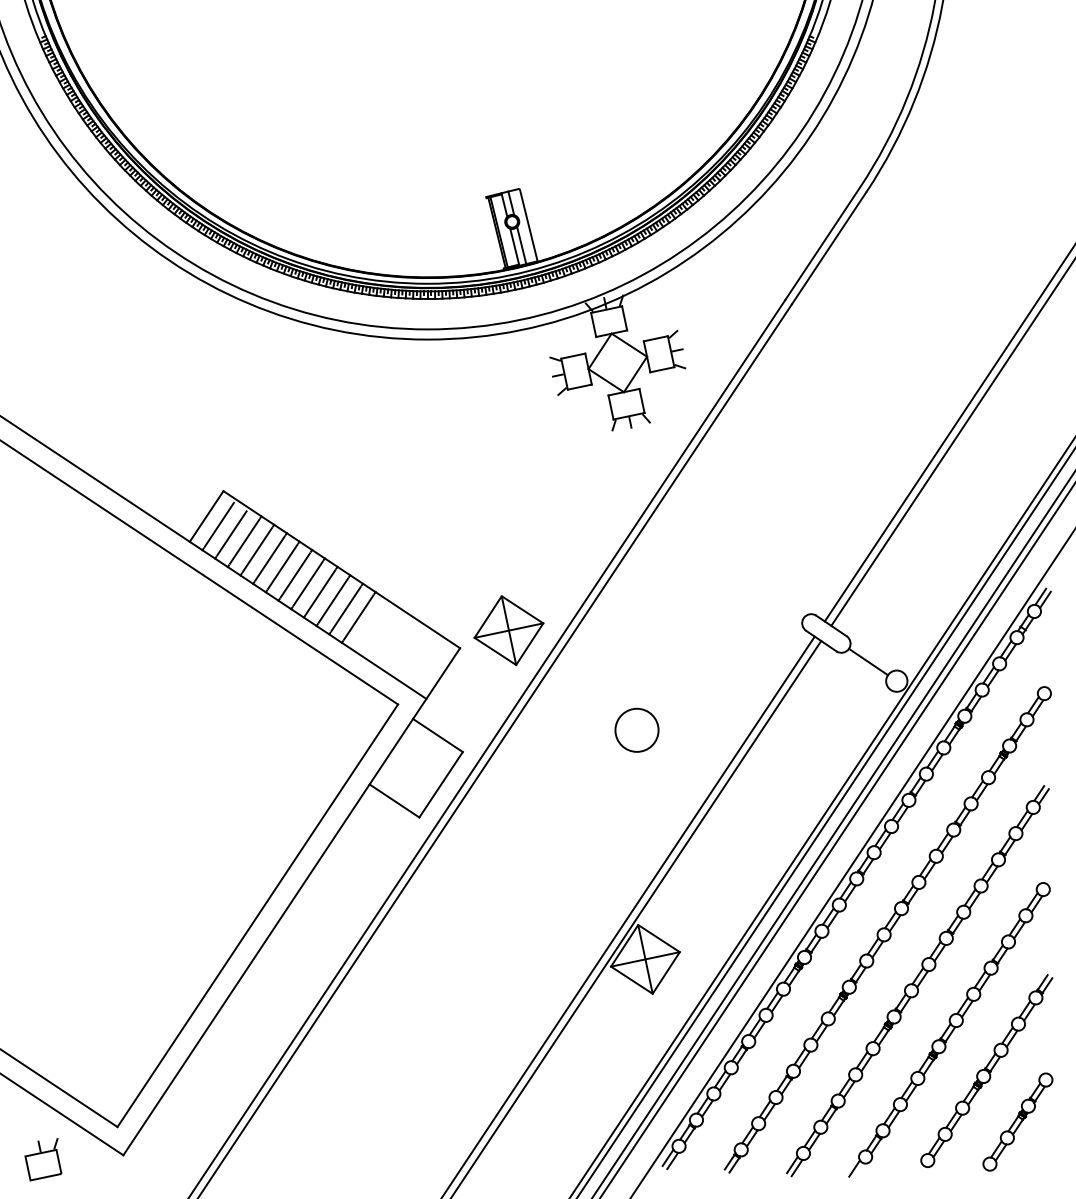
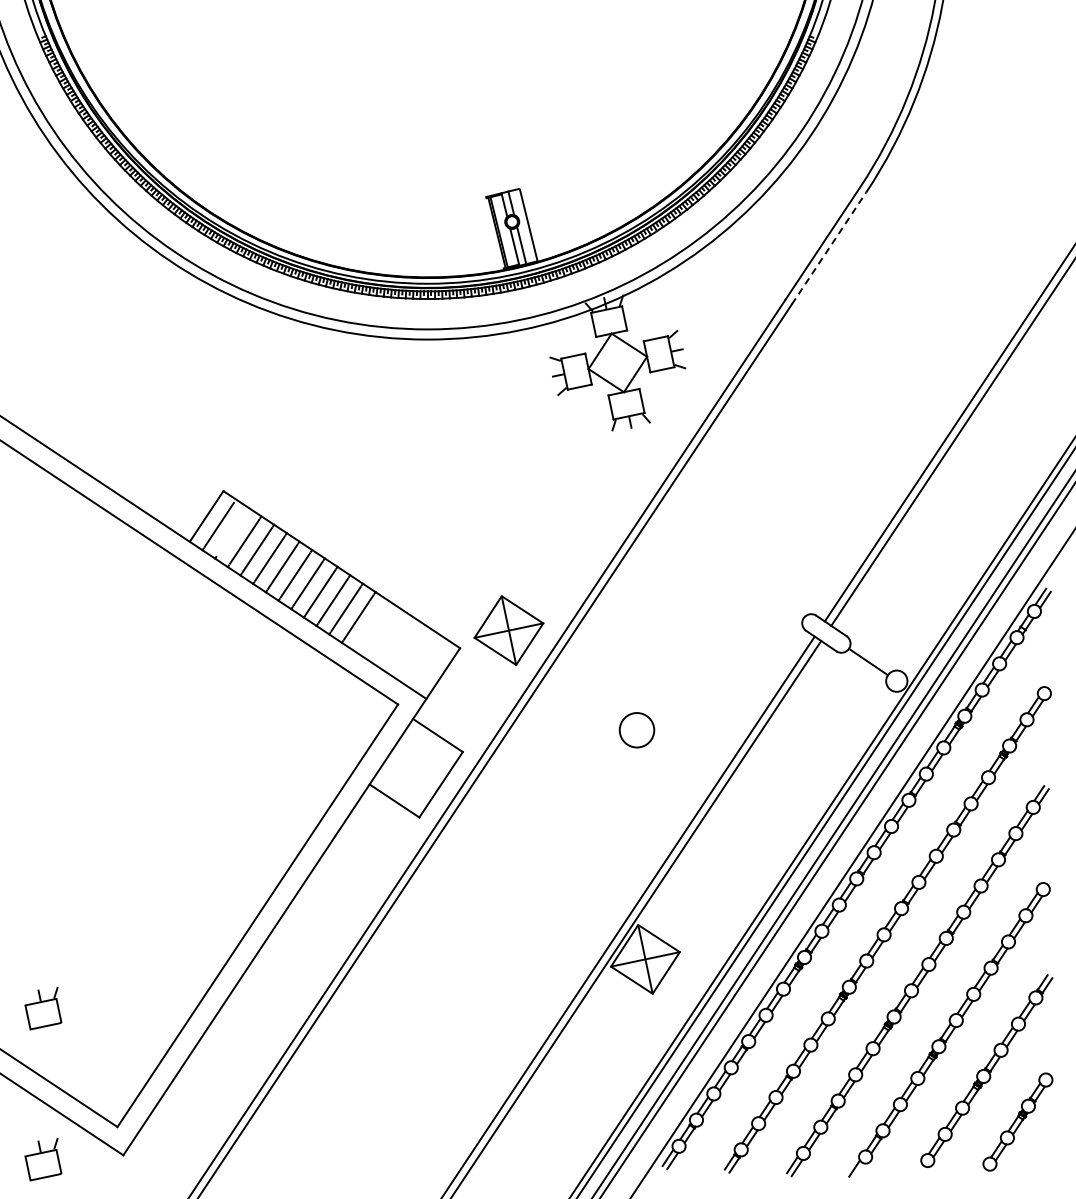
line at (829, 247): solid -> dashed
line at (231, 533): present -> none
circle at (636, 729) size: 46x46 px -> 38x37 px
part at (43, 1008): none -> present
